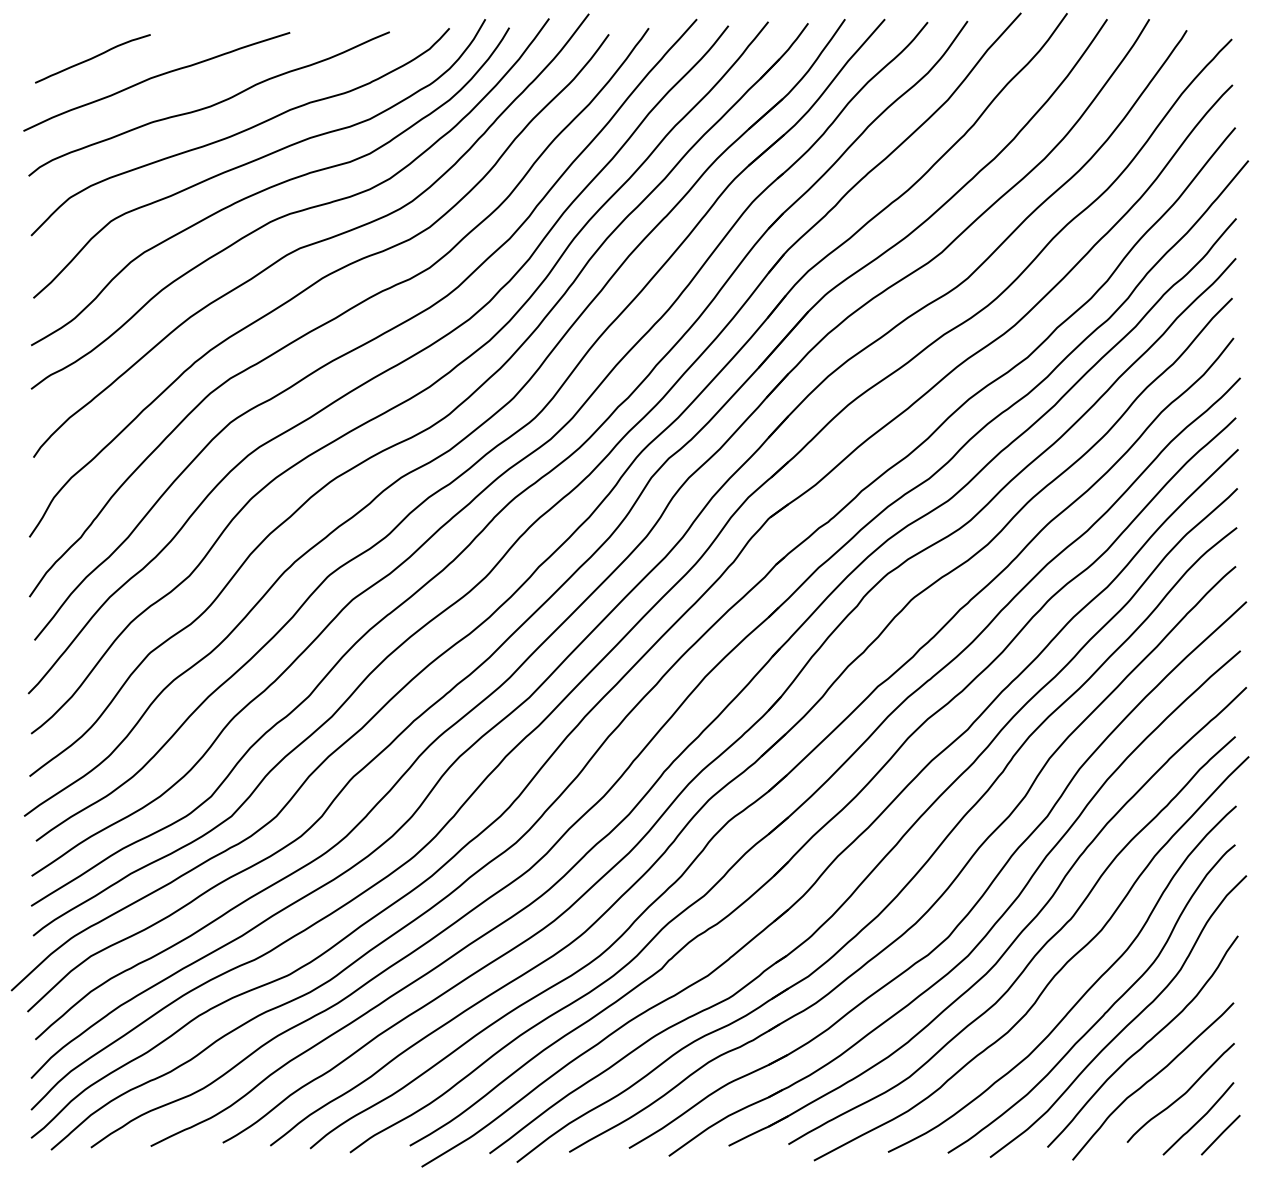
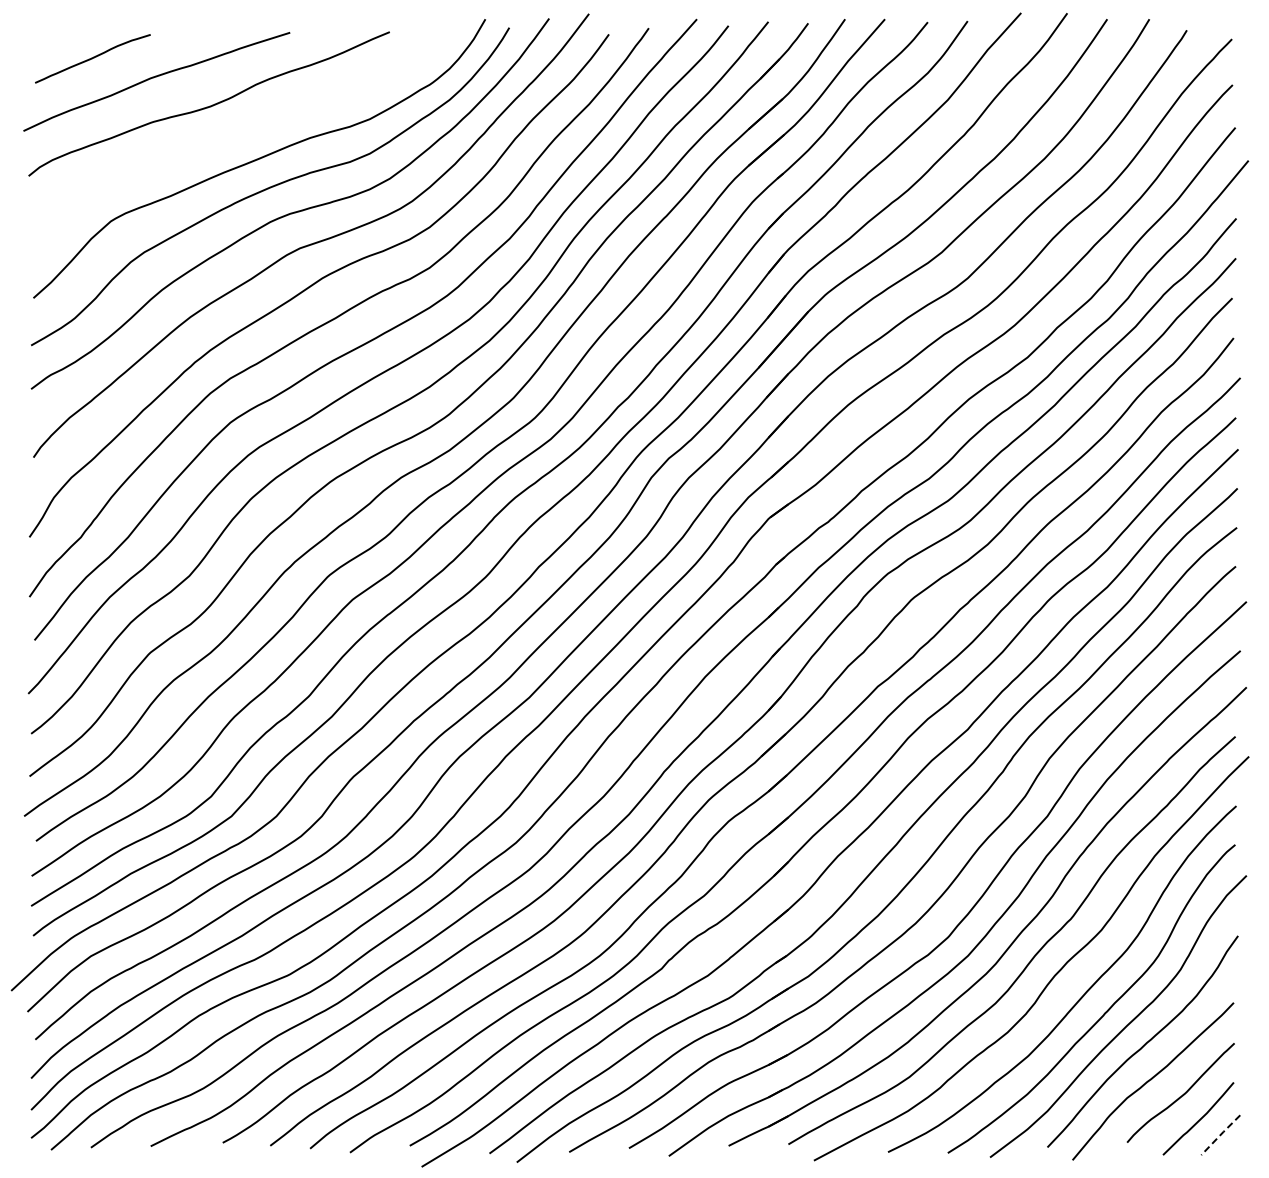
curve at (239, 132): present -> none
line at (1220, 1134): solid -> dashed
